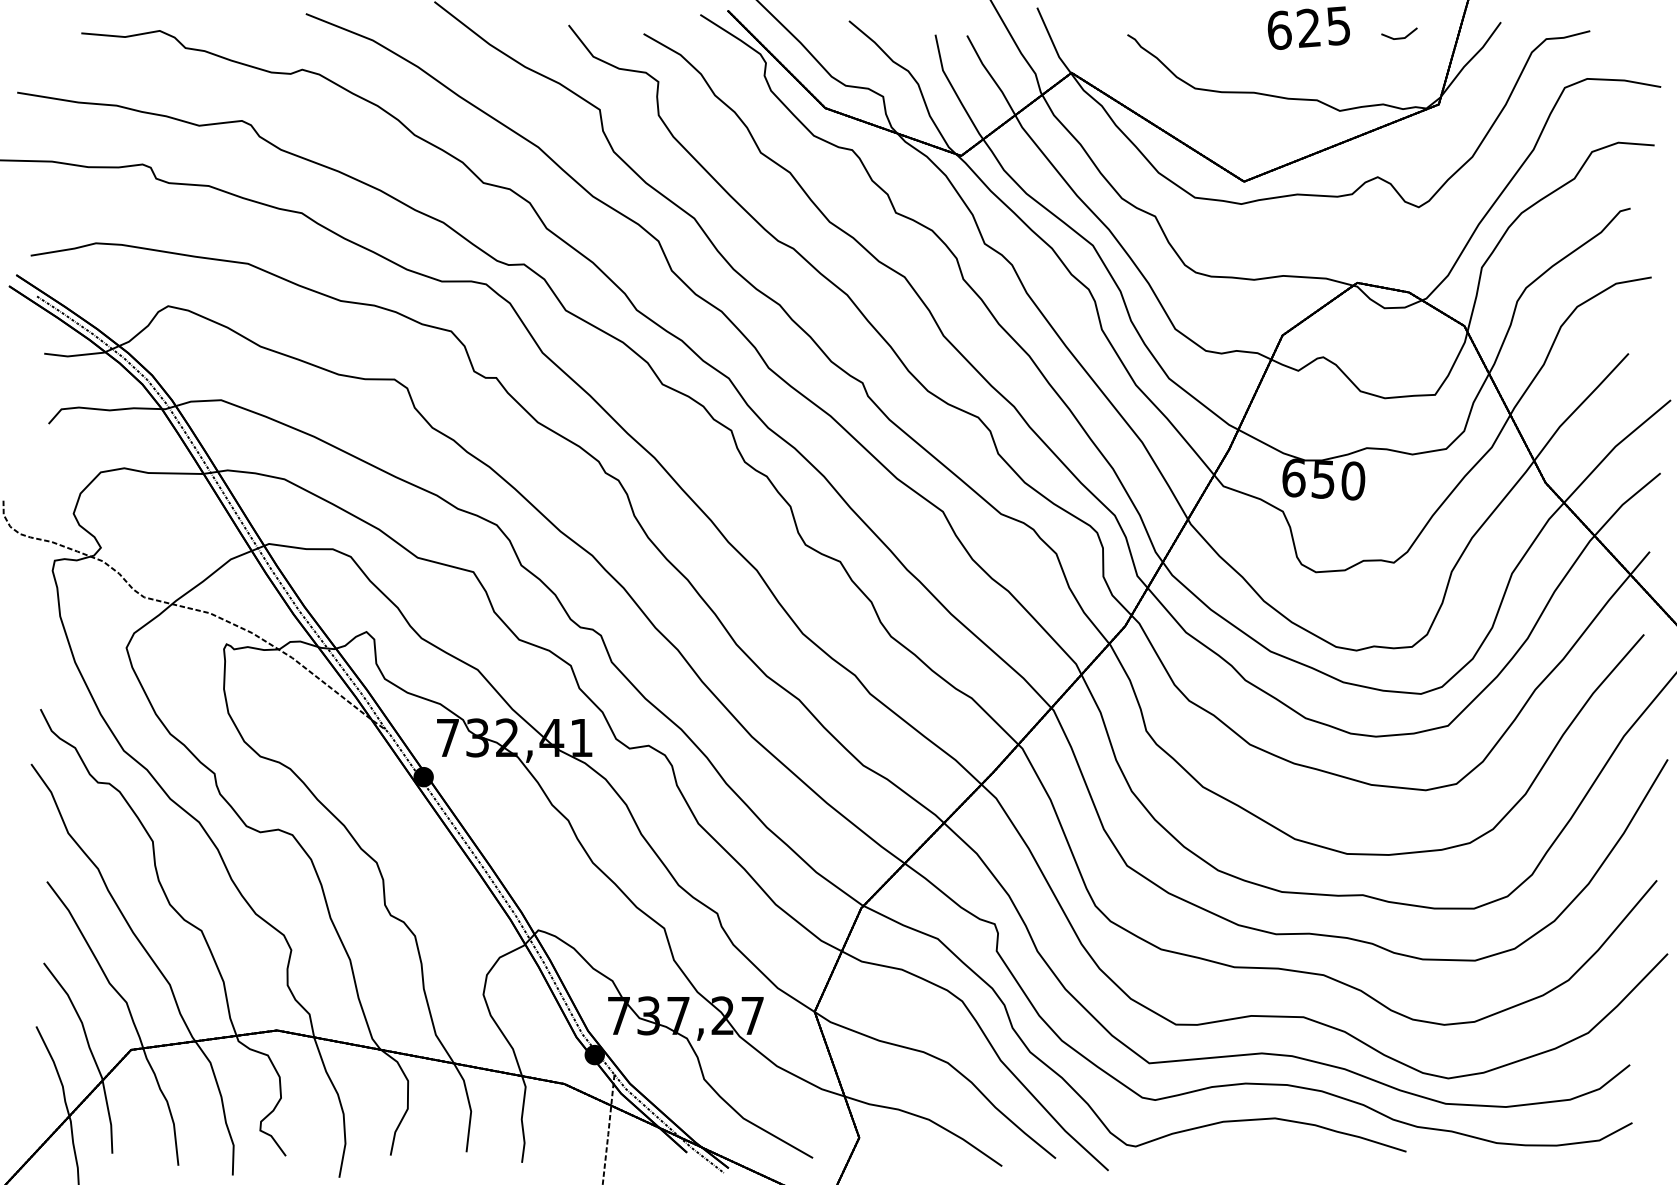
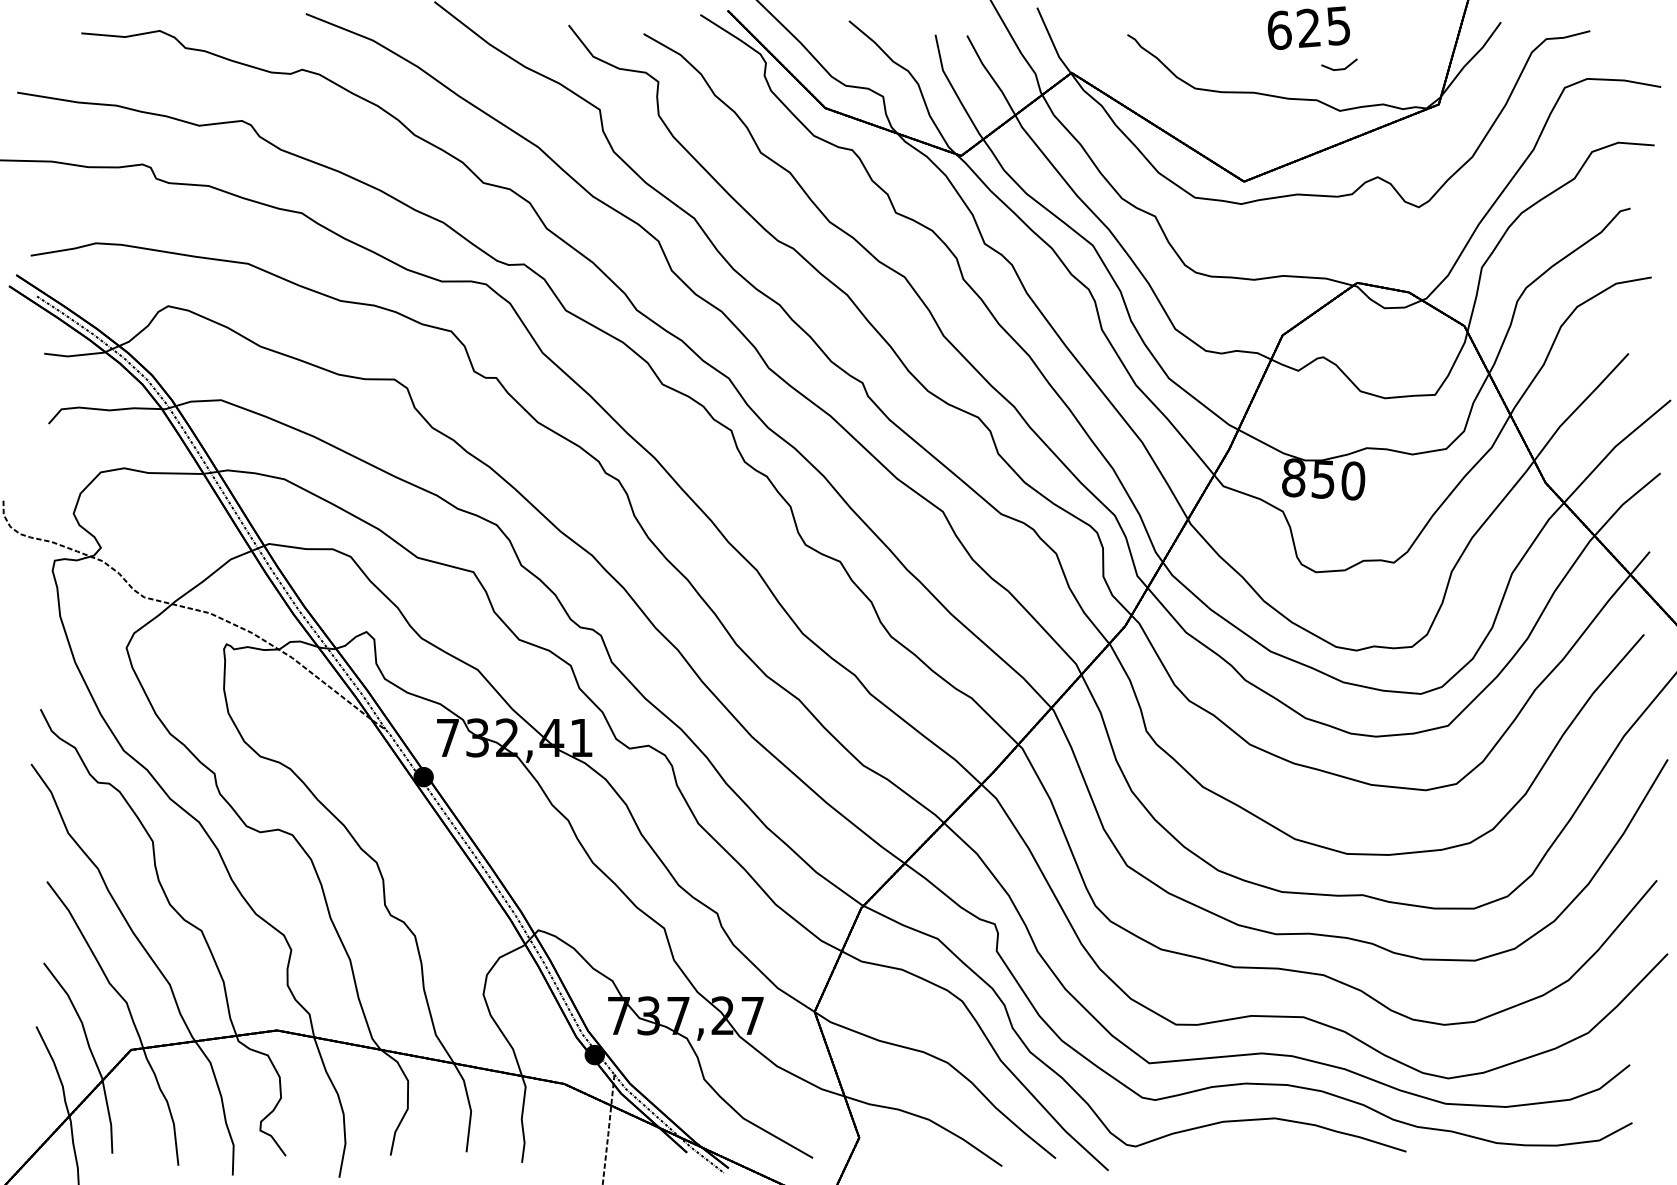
part at (1399, 33) position: (1399, 33) -> (1339, 64)
text at (1293, 477): 650 -> 850
